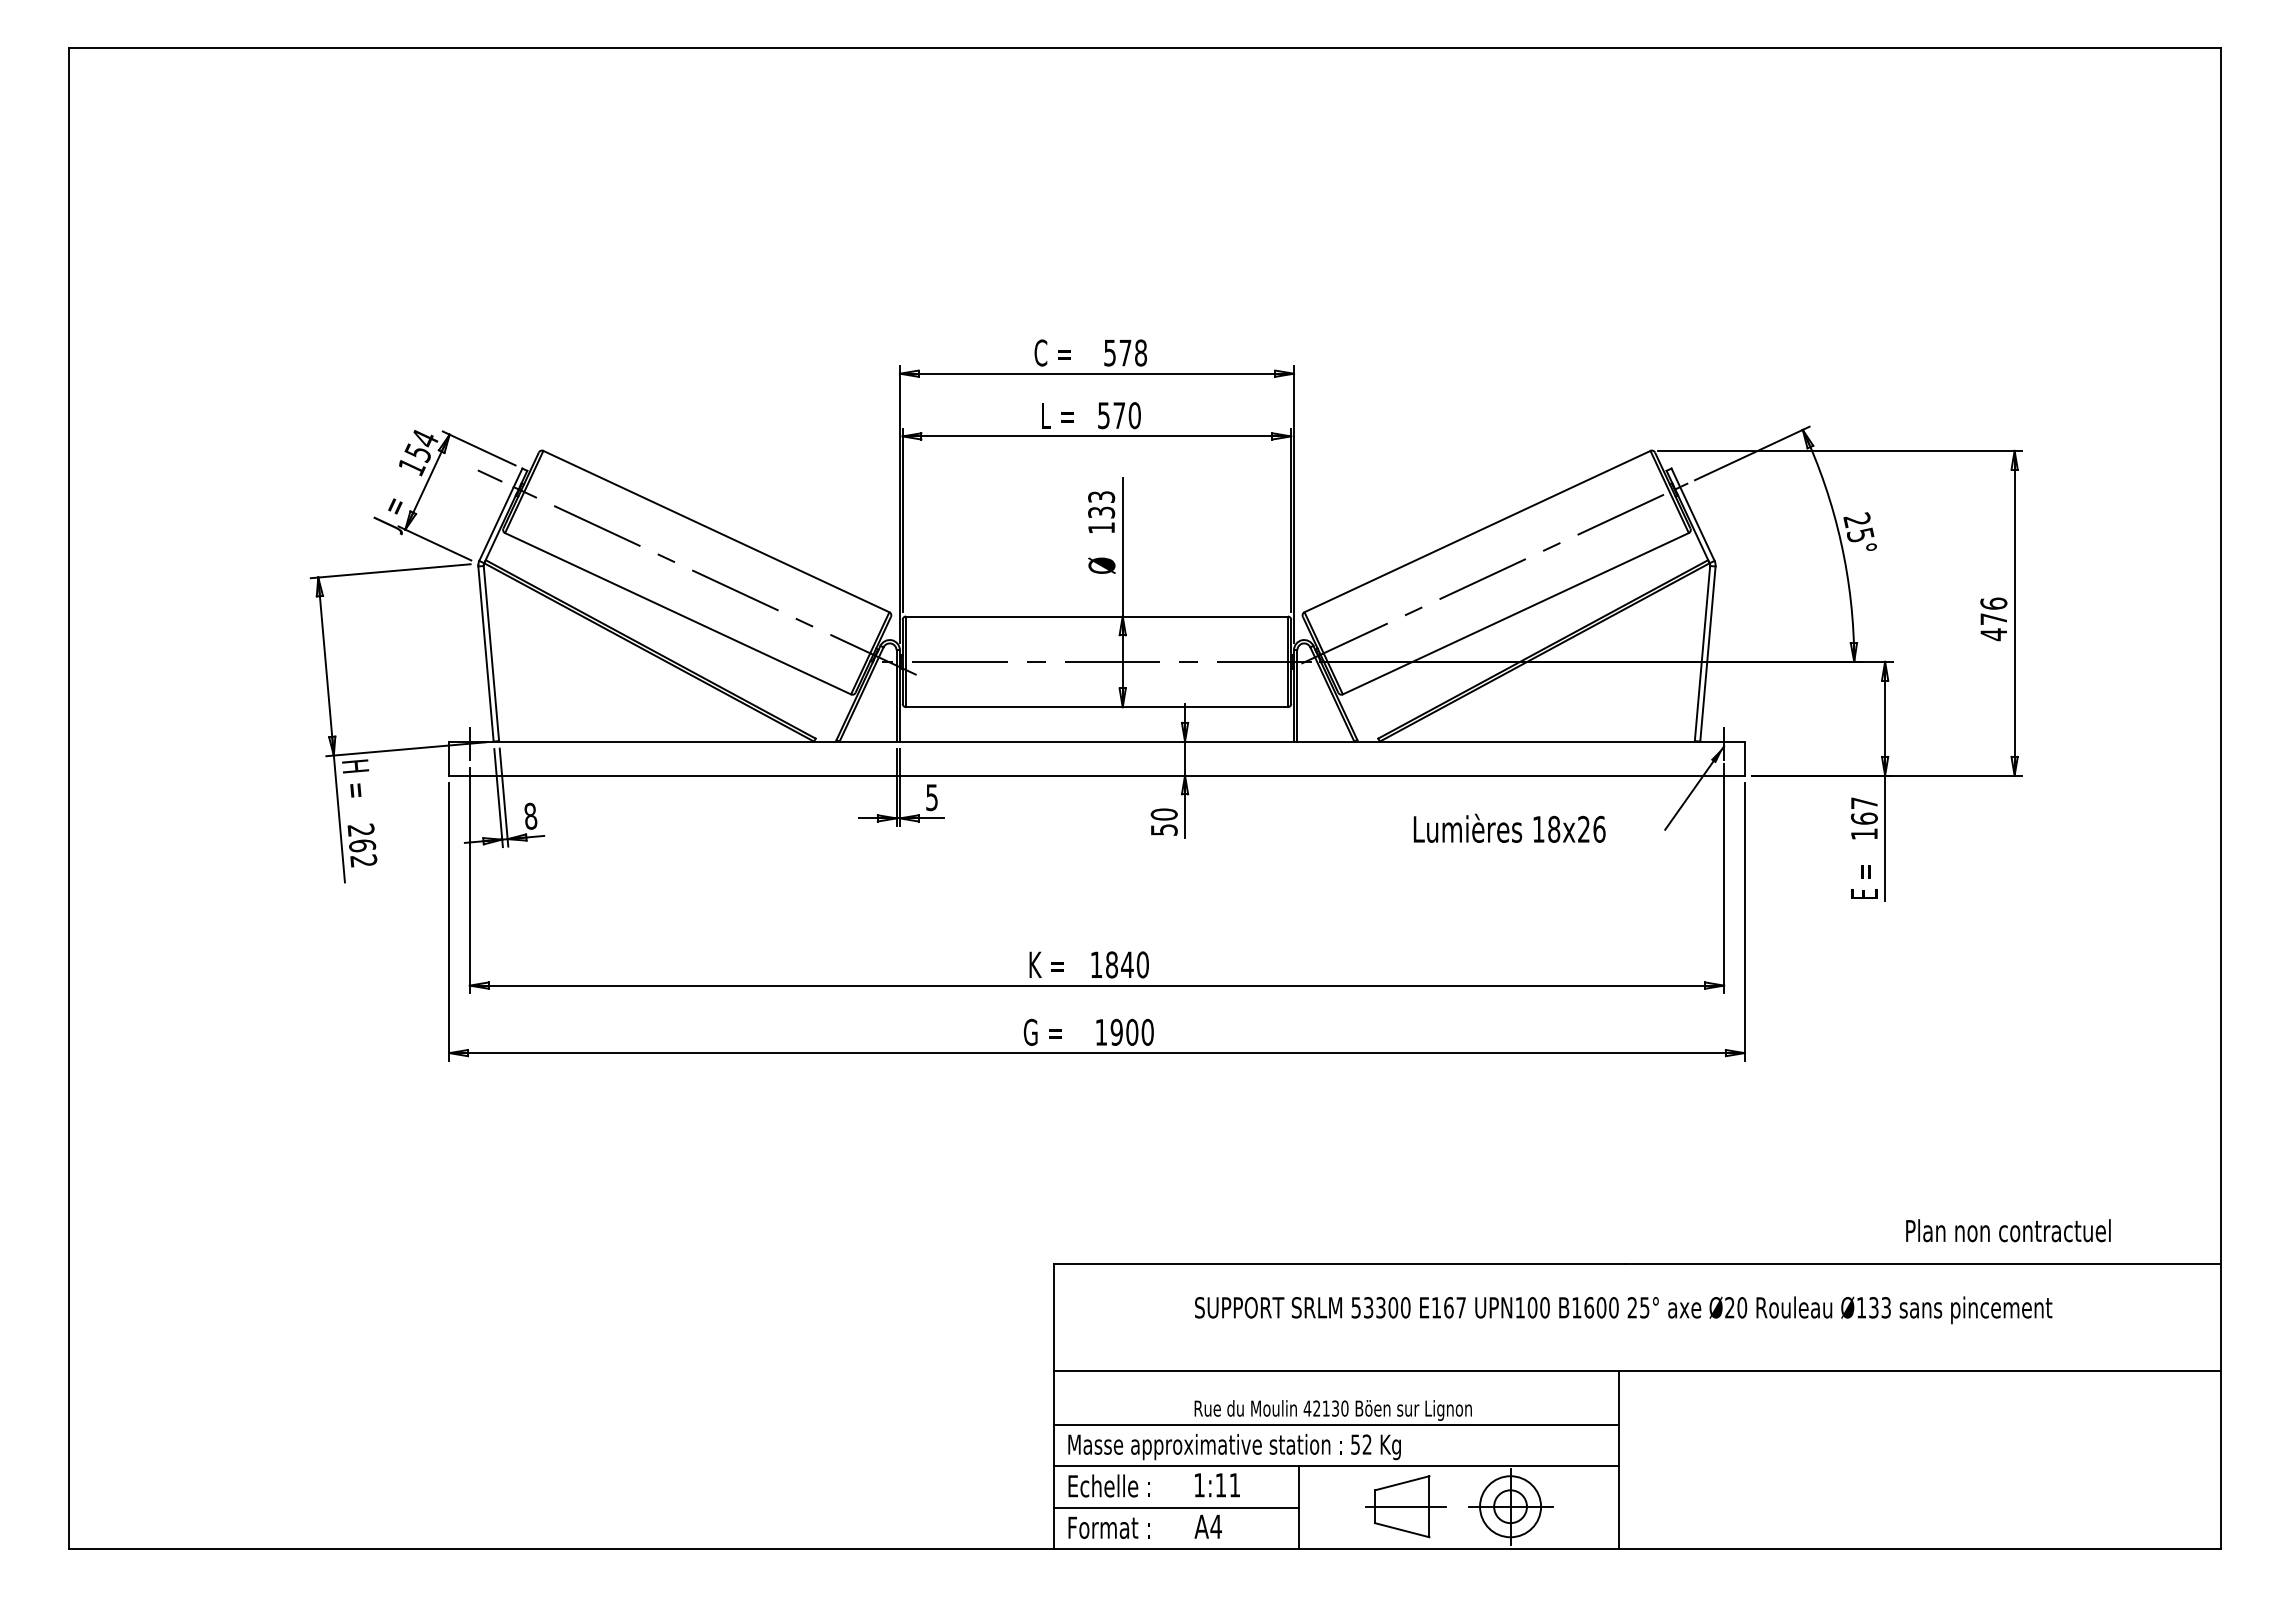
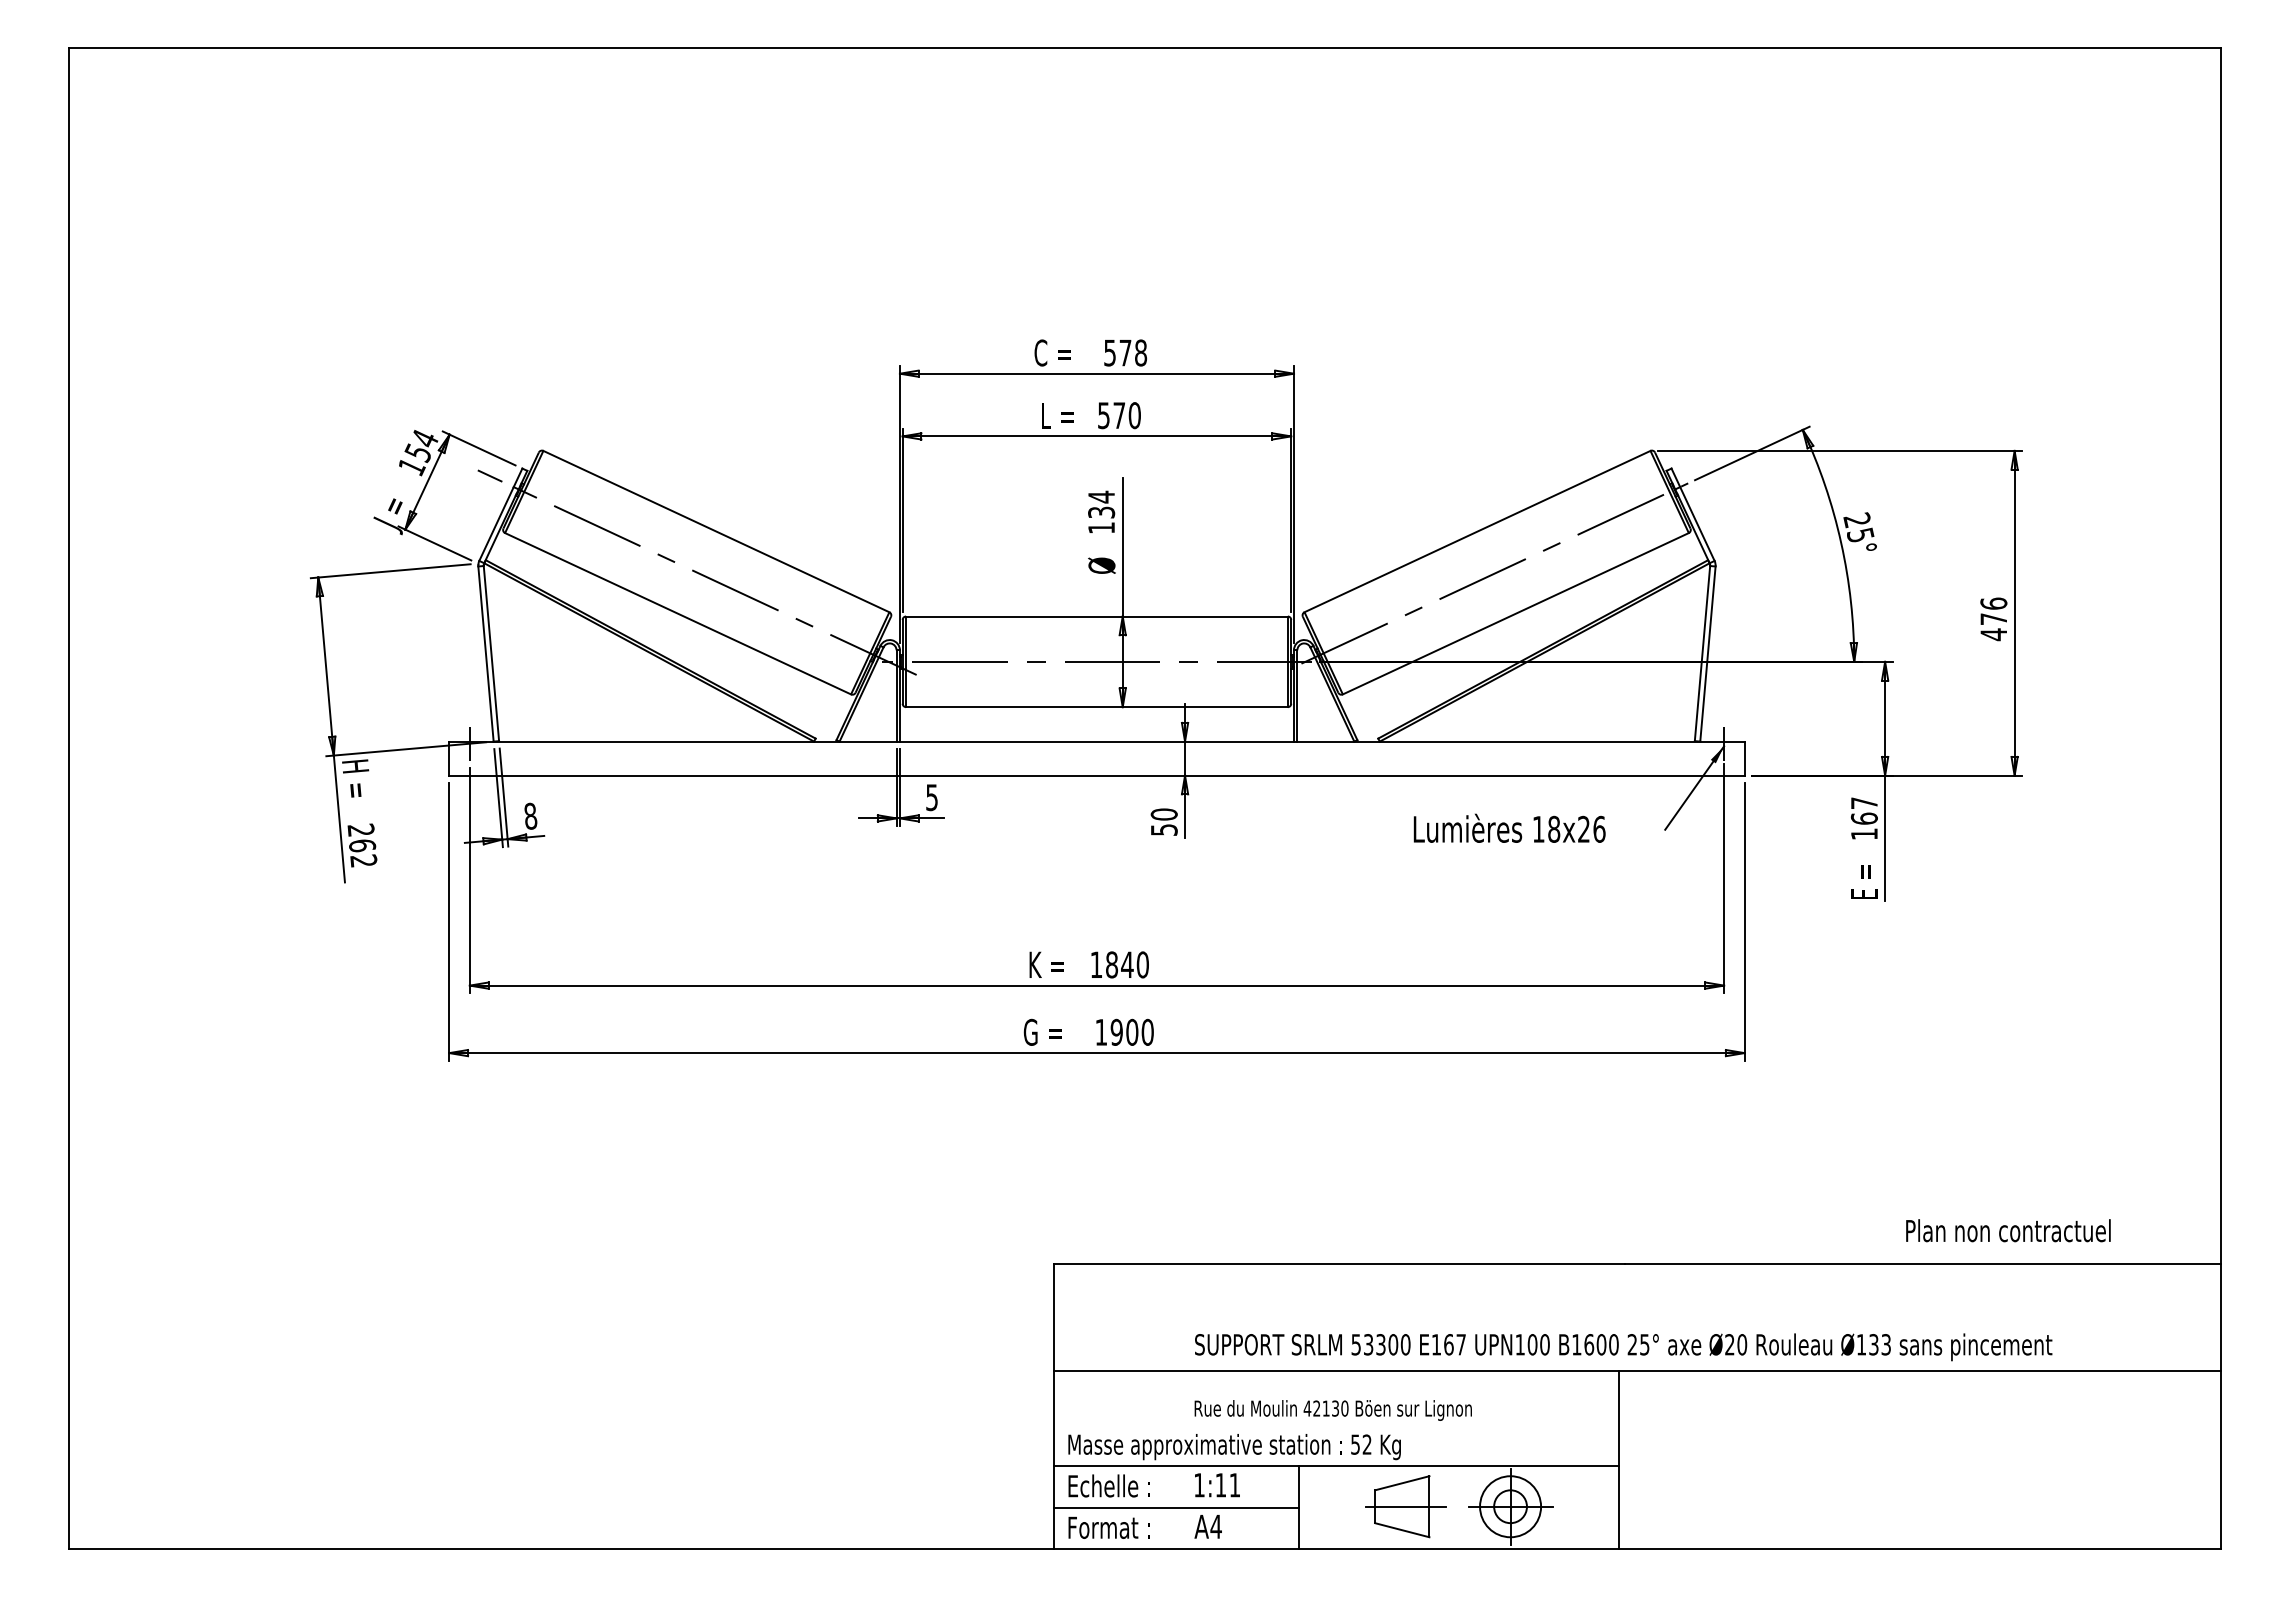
text at (1101, 496): 133 -> 134
text at (1623, 1310) position: (1623, 1310) -> (1623, 1347)
line at (1336, 1425): present -> none
